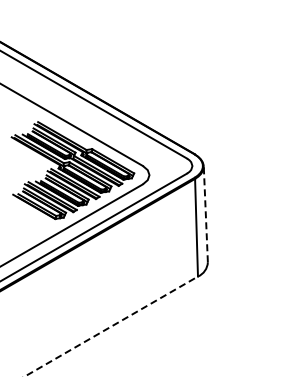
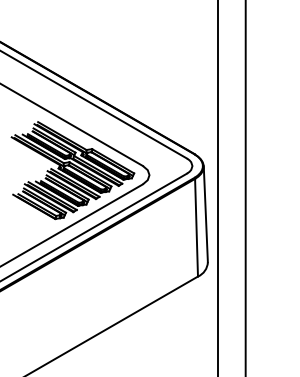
line at (217, 187): none -> present
line at (245, 187): none -> present
line at (205, 213): dashed -> solid
line at (111, 326): dashed -> solid
